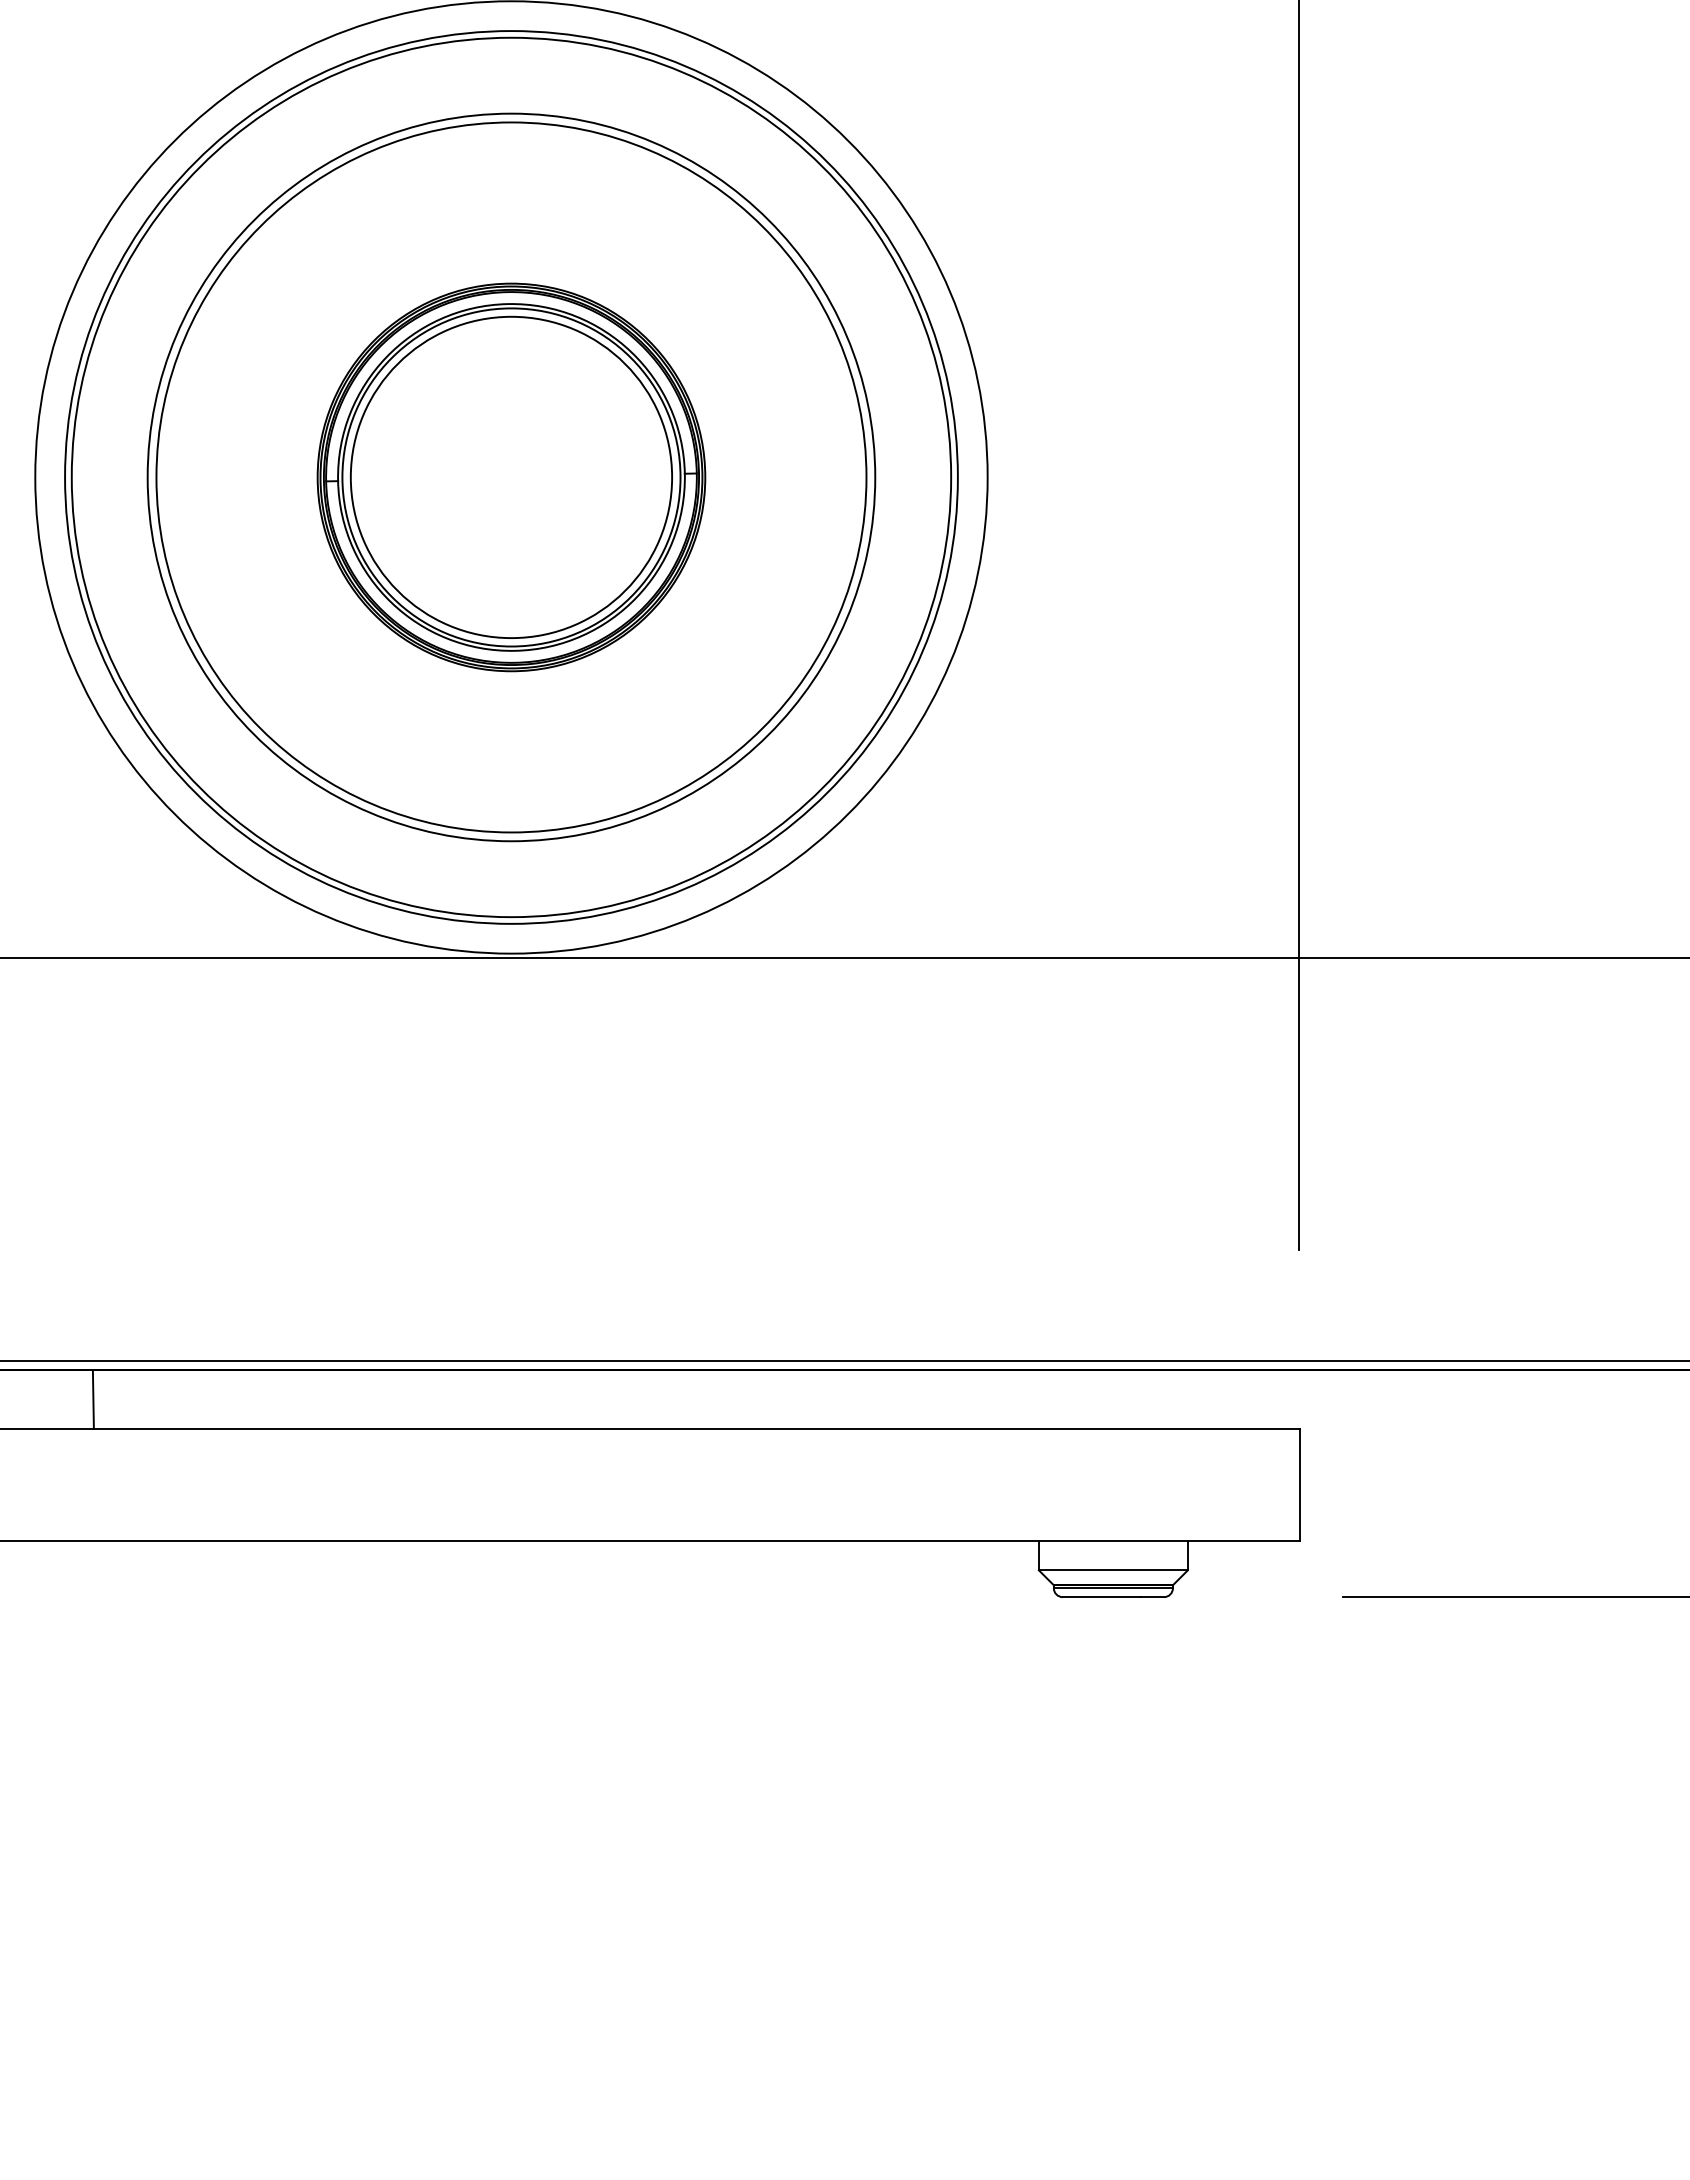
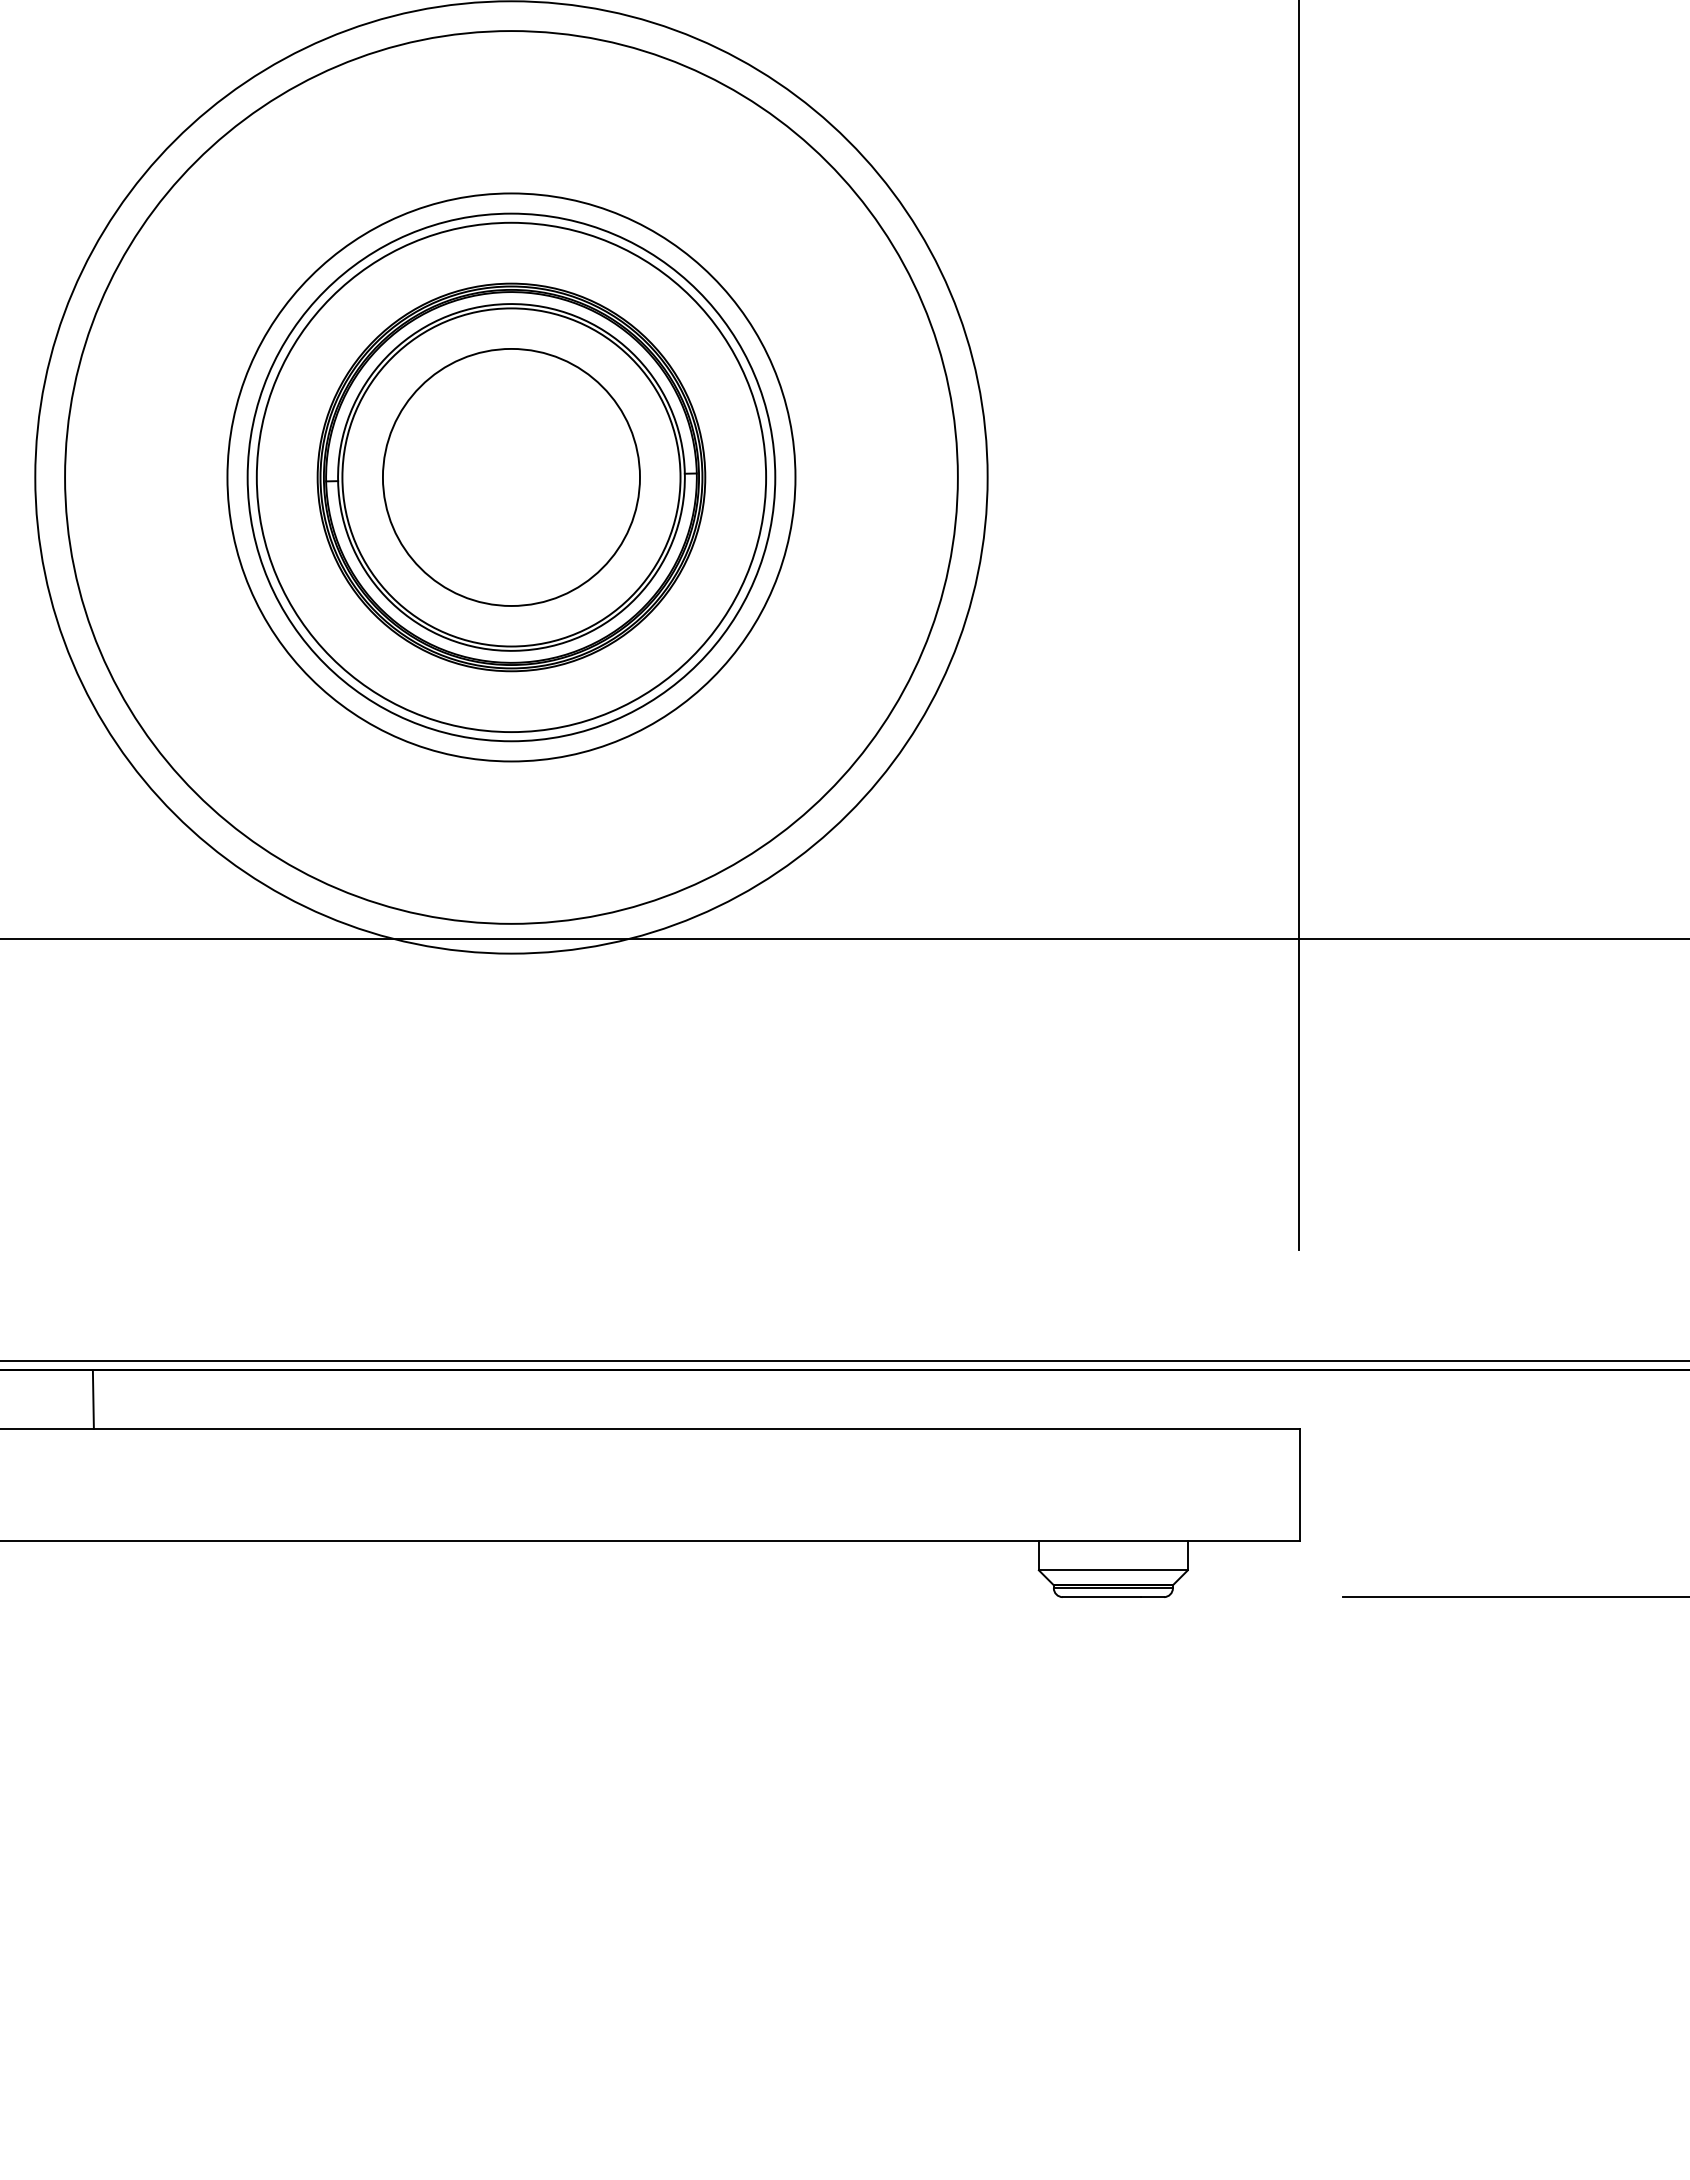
circle at (511, 477) diameter: 321 px -> 257 px
circle at (511, 477) diameter: 710 px -> 568 px
circle at (511, 477) diameter: 728 px -> 509 px
circle at (511, 477) diameter: 879 px -> 528 px
line at (844, 958) position: (844, 958) -> (844, 939)
